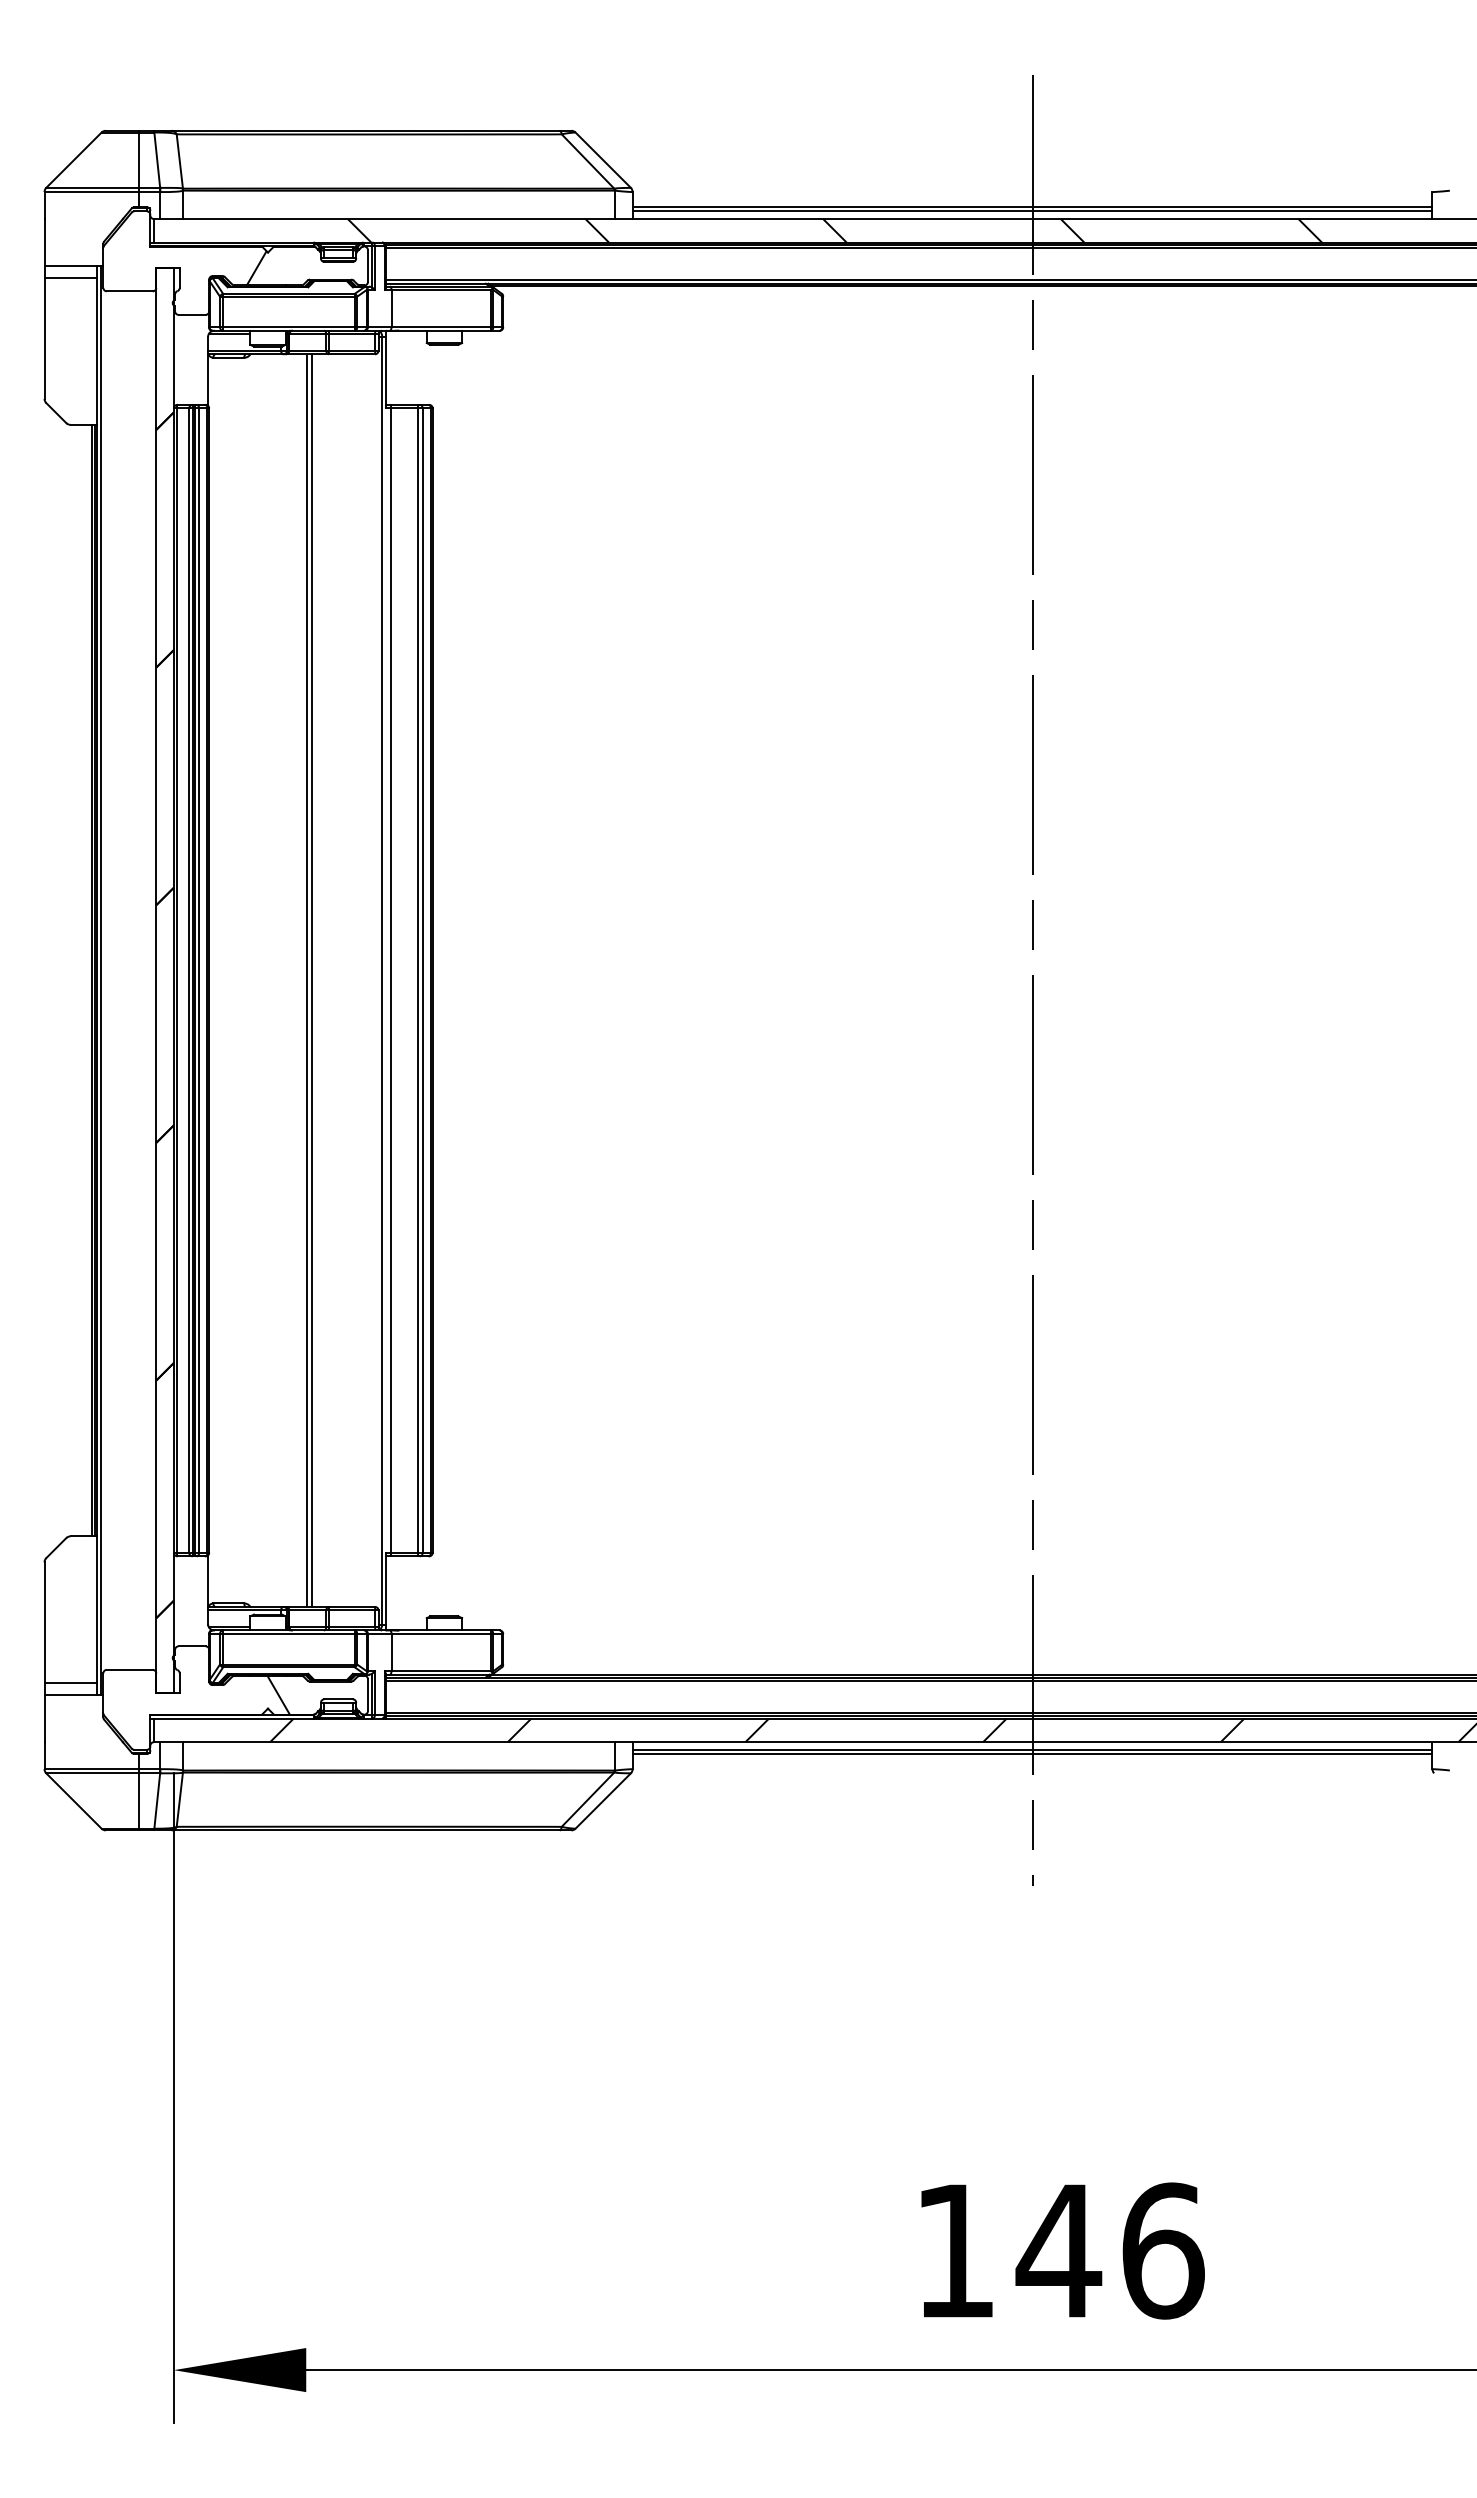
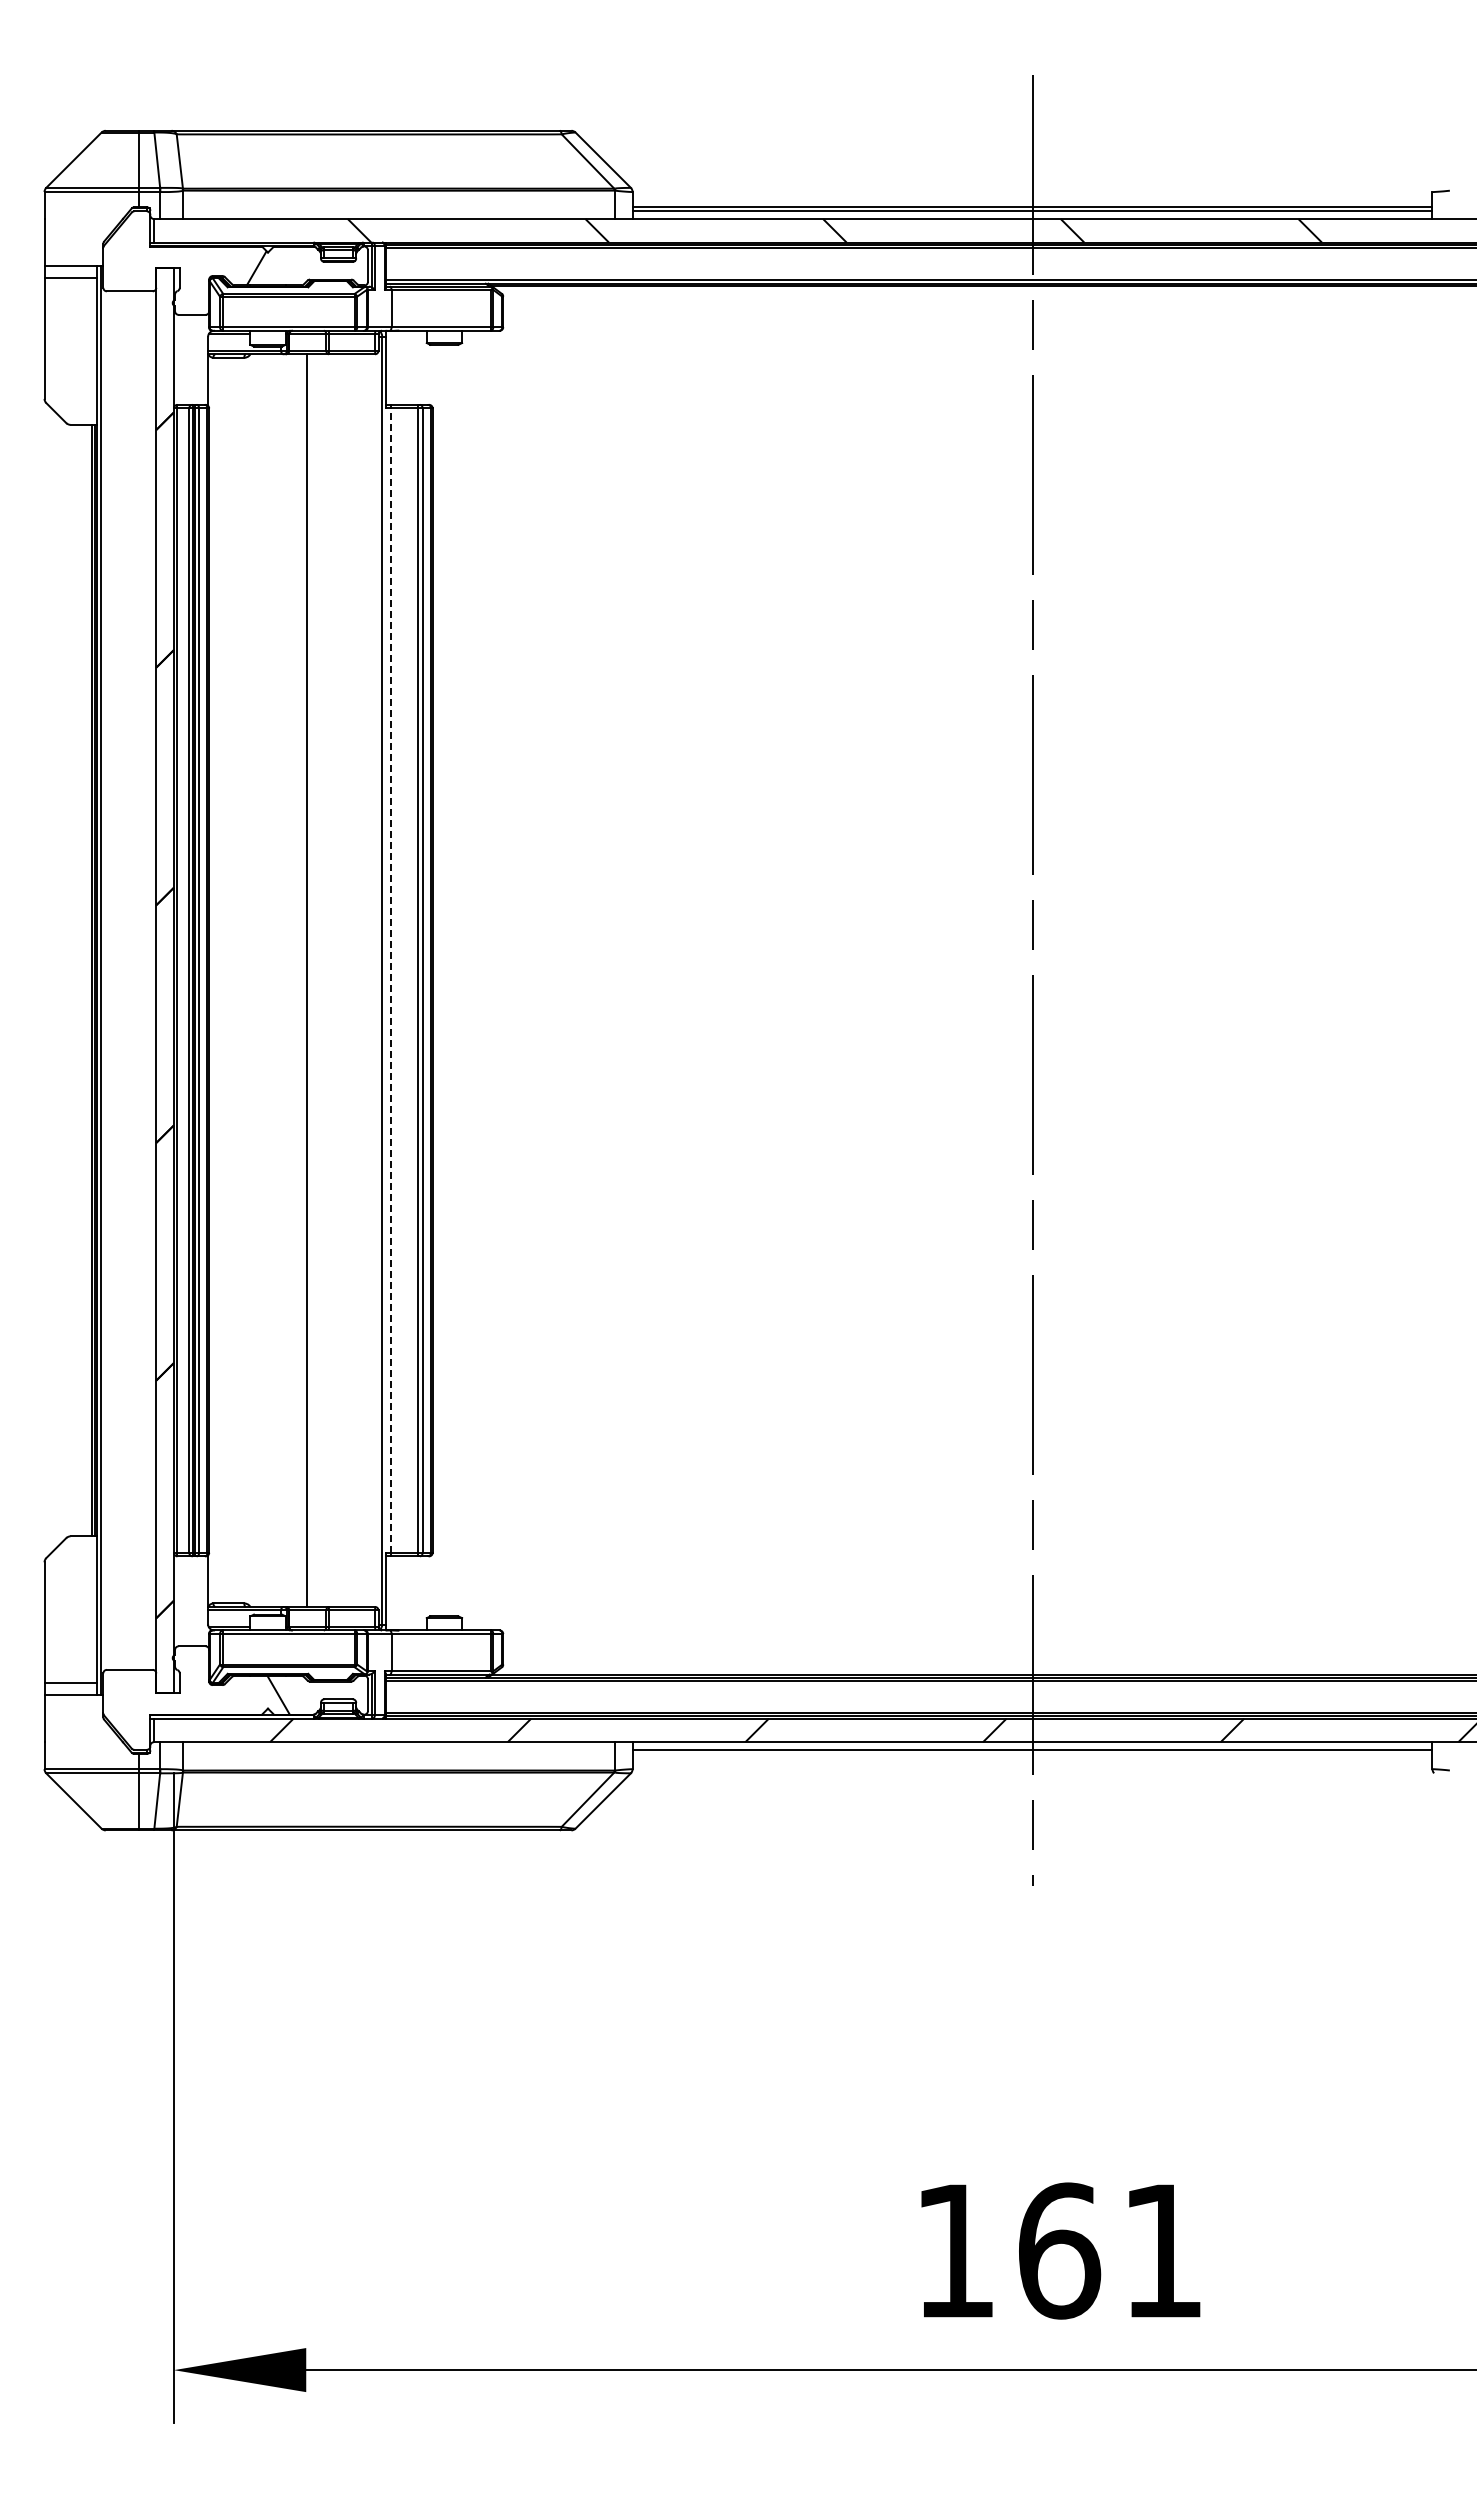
line at (311, 980): present -> none
line at (390, 980): solid -> dashed
line at (1032, 1753): present -> none
text at (1109, 2250): 146 -> 161
